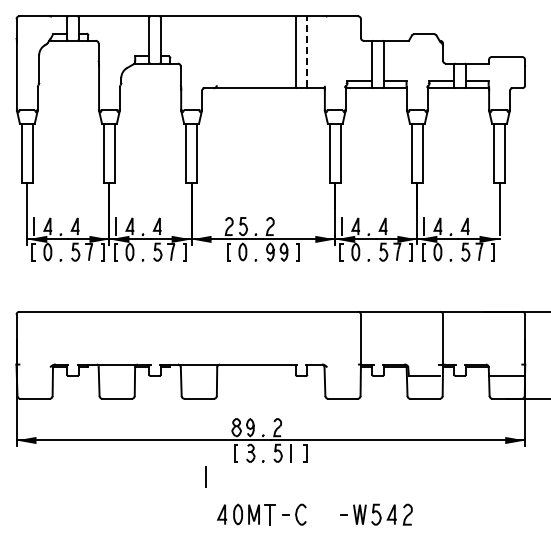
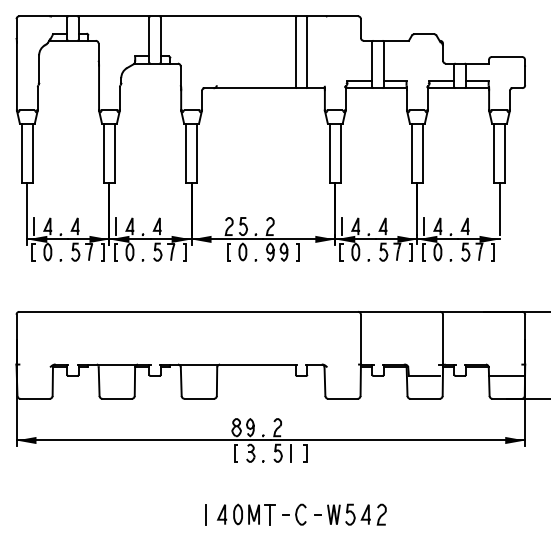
line at (307, 52): dashed -> solid
line at (205, 476) position: (205, 476) -> (205, 514)
part at (376, 514) position: (376, 514) -> (350, 514)
